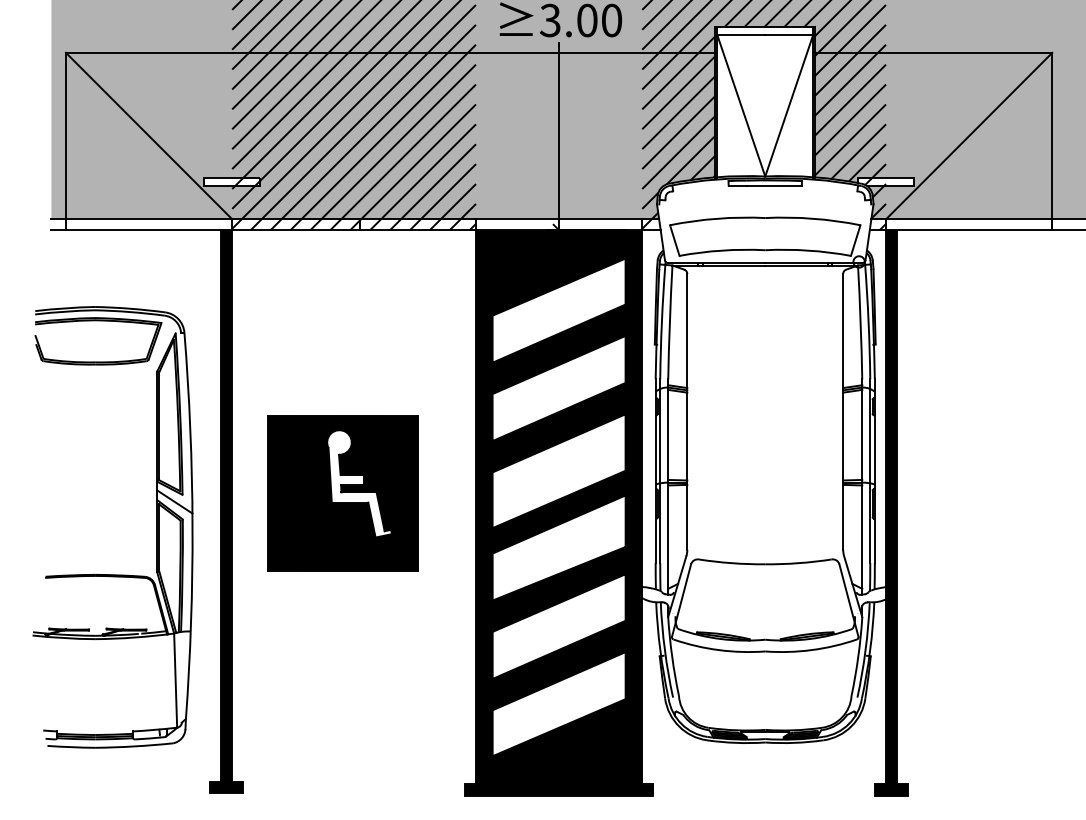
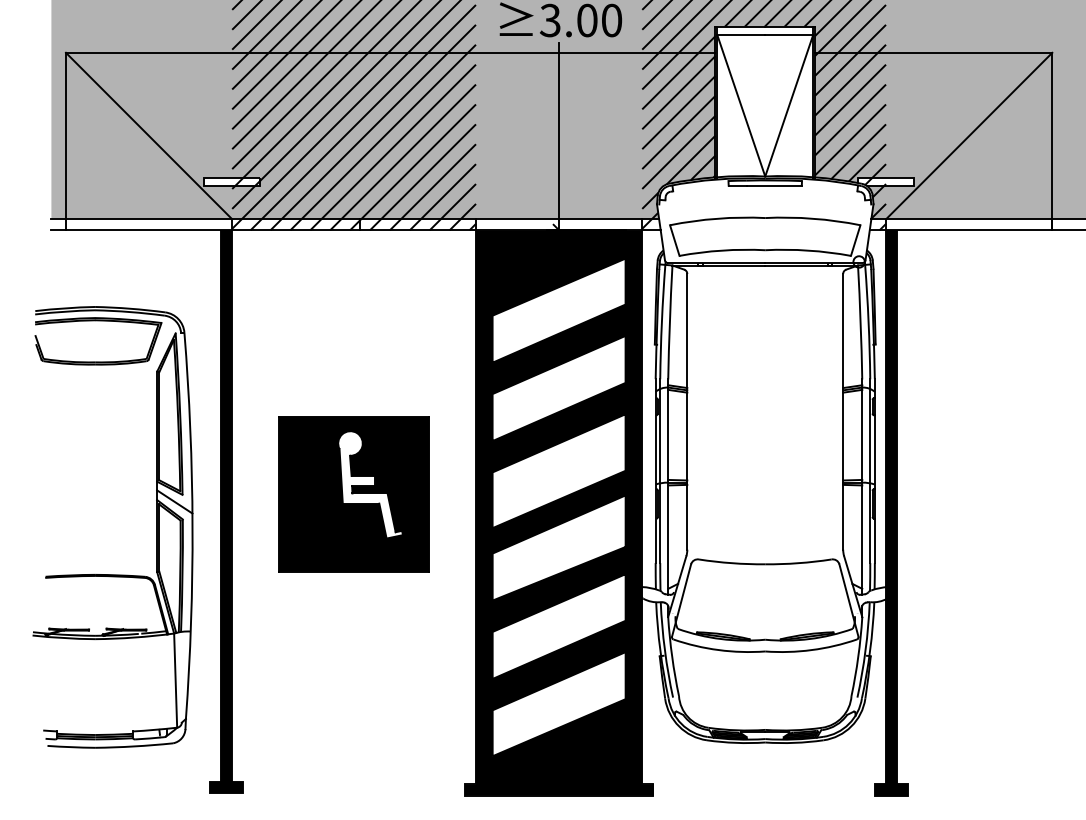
part at (342, 493) position: (342, 493) -> (353, 494)
